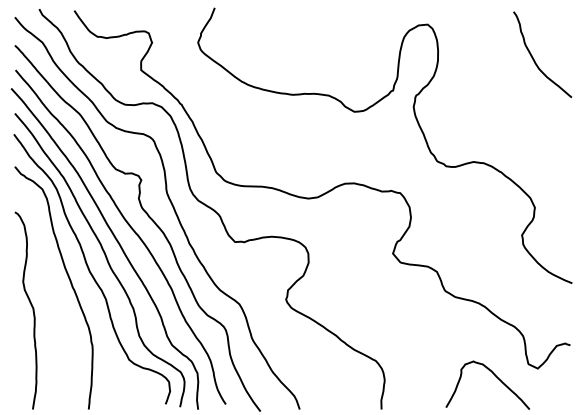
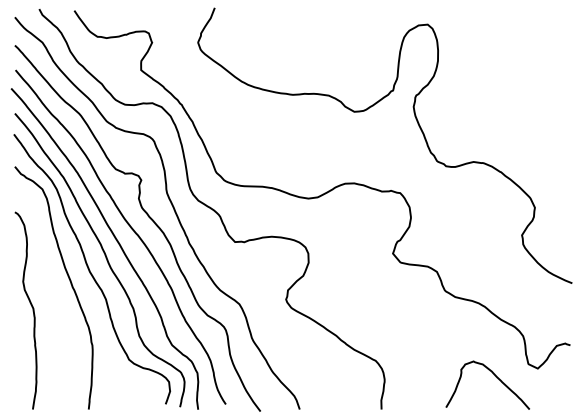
curve at (535, 60): present -> none
